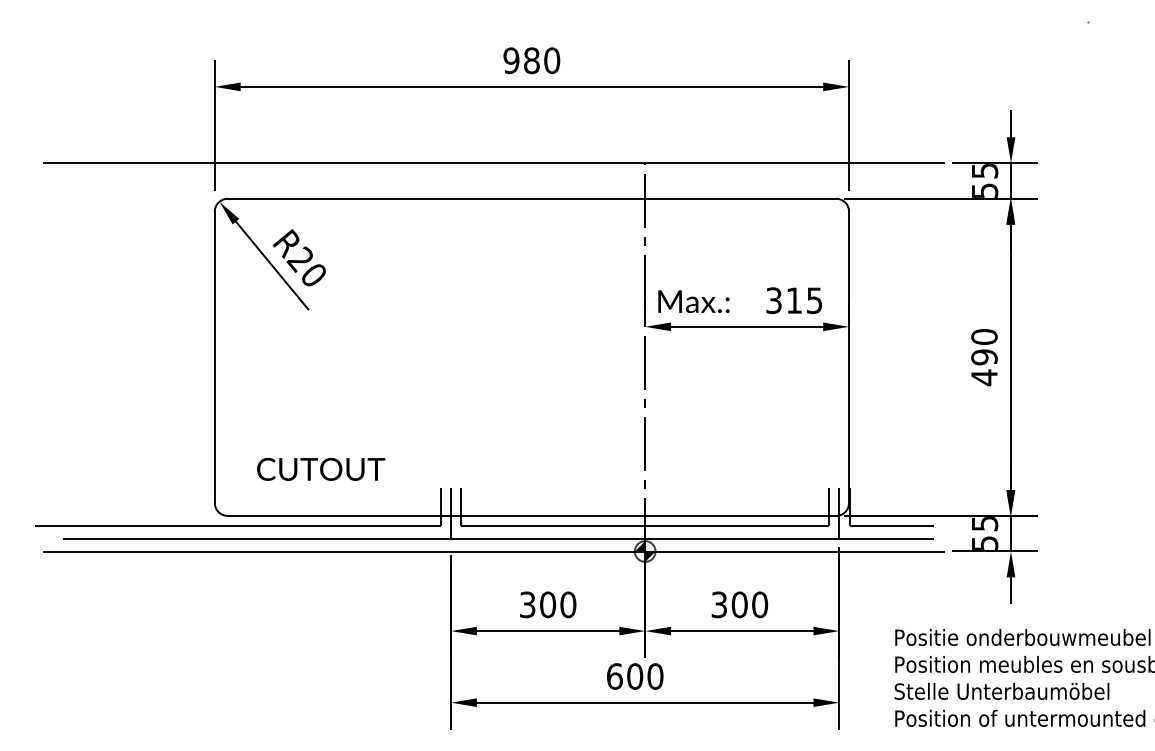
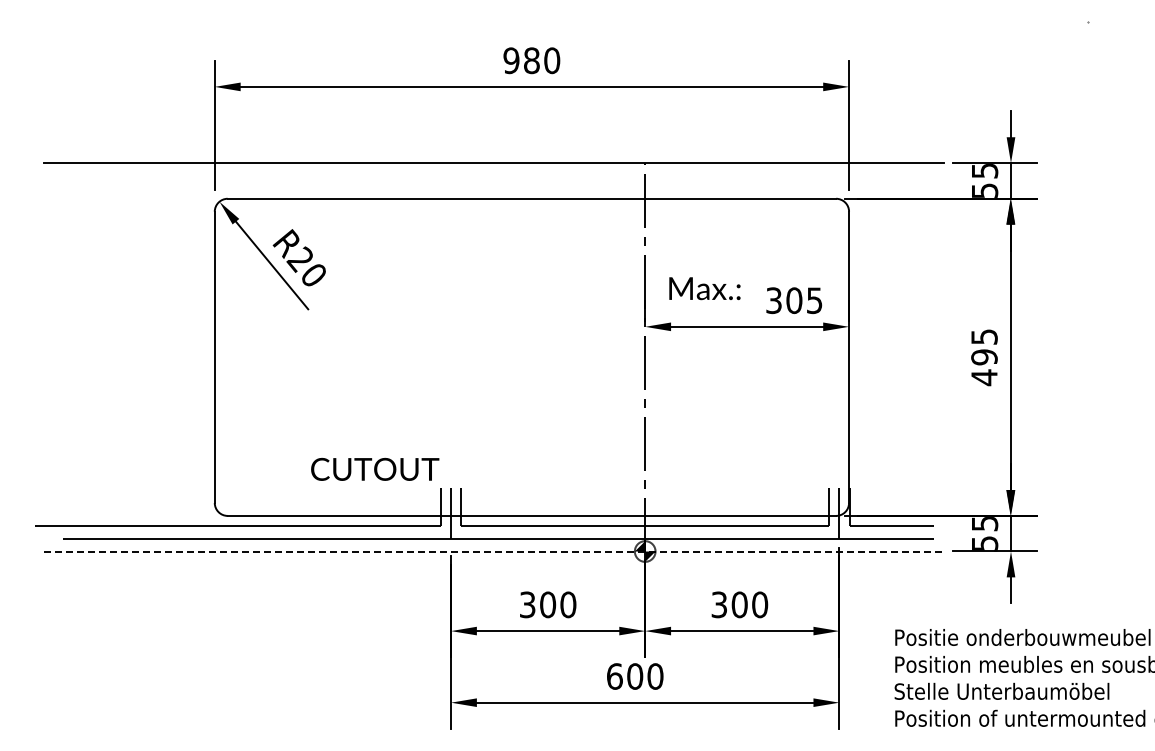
text at (794, 300): 315 -> 305
text at (693, 301) position: (693, 301) -> (704, 288)
text at (984, 336): 490 -> 495
text at (321, 468) position: (321, 468) -> (375, 468)
line at (493, 551): solid -> dashed
